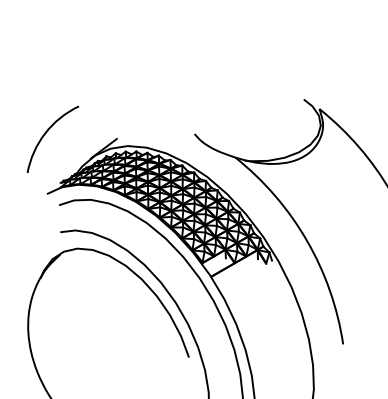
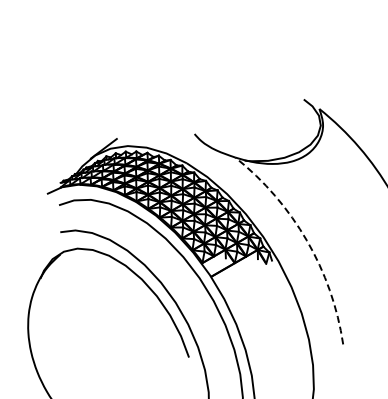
arc at (47, 132): present -> none
arc at (306, 240): solid -> dashed
